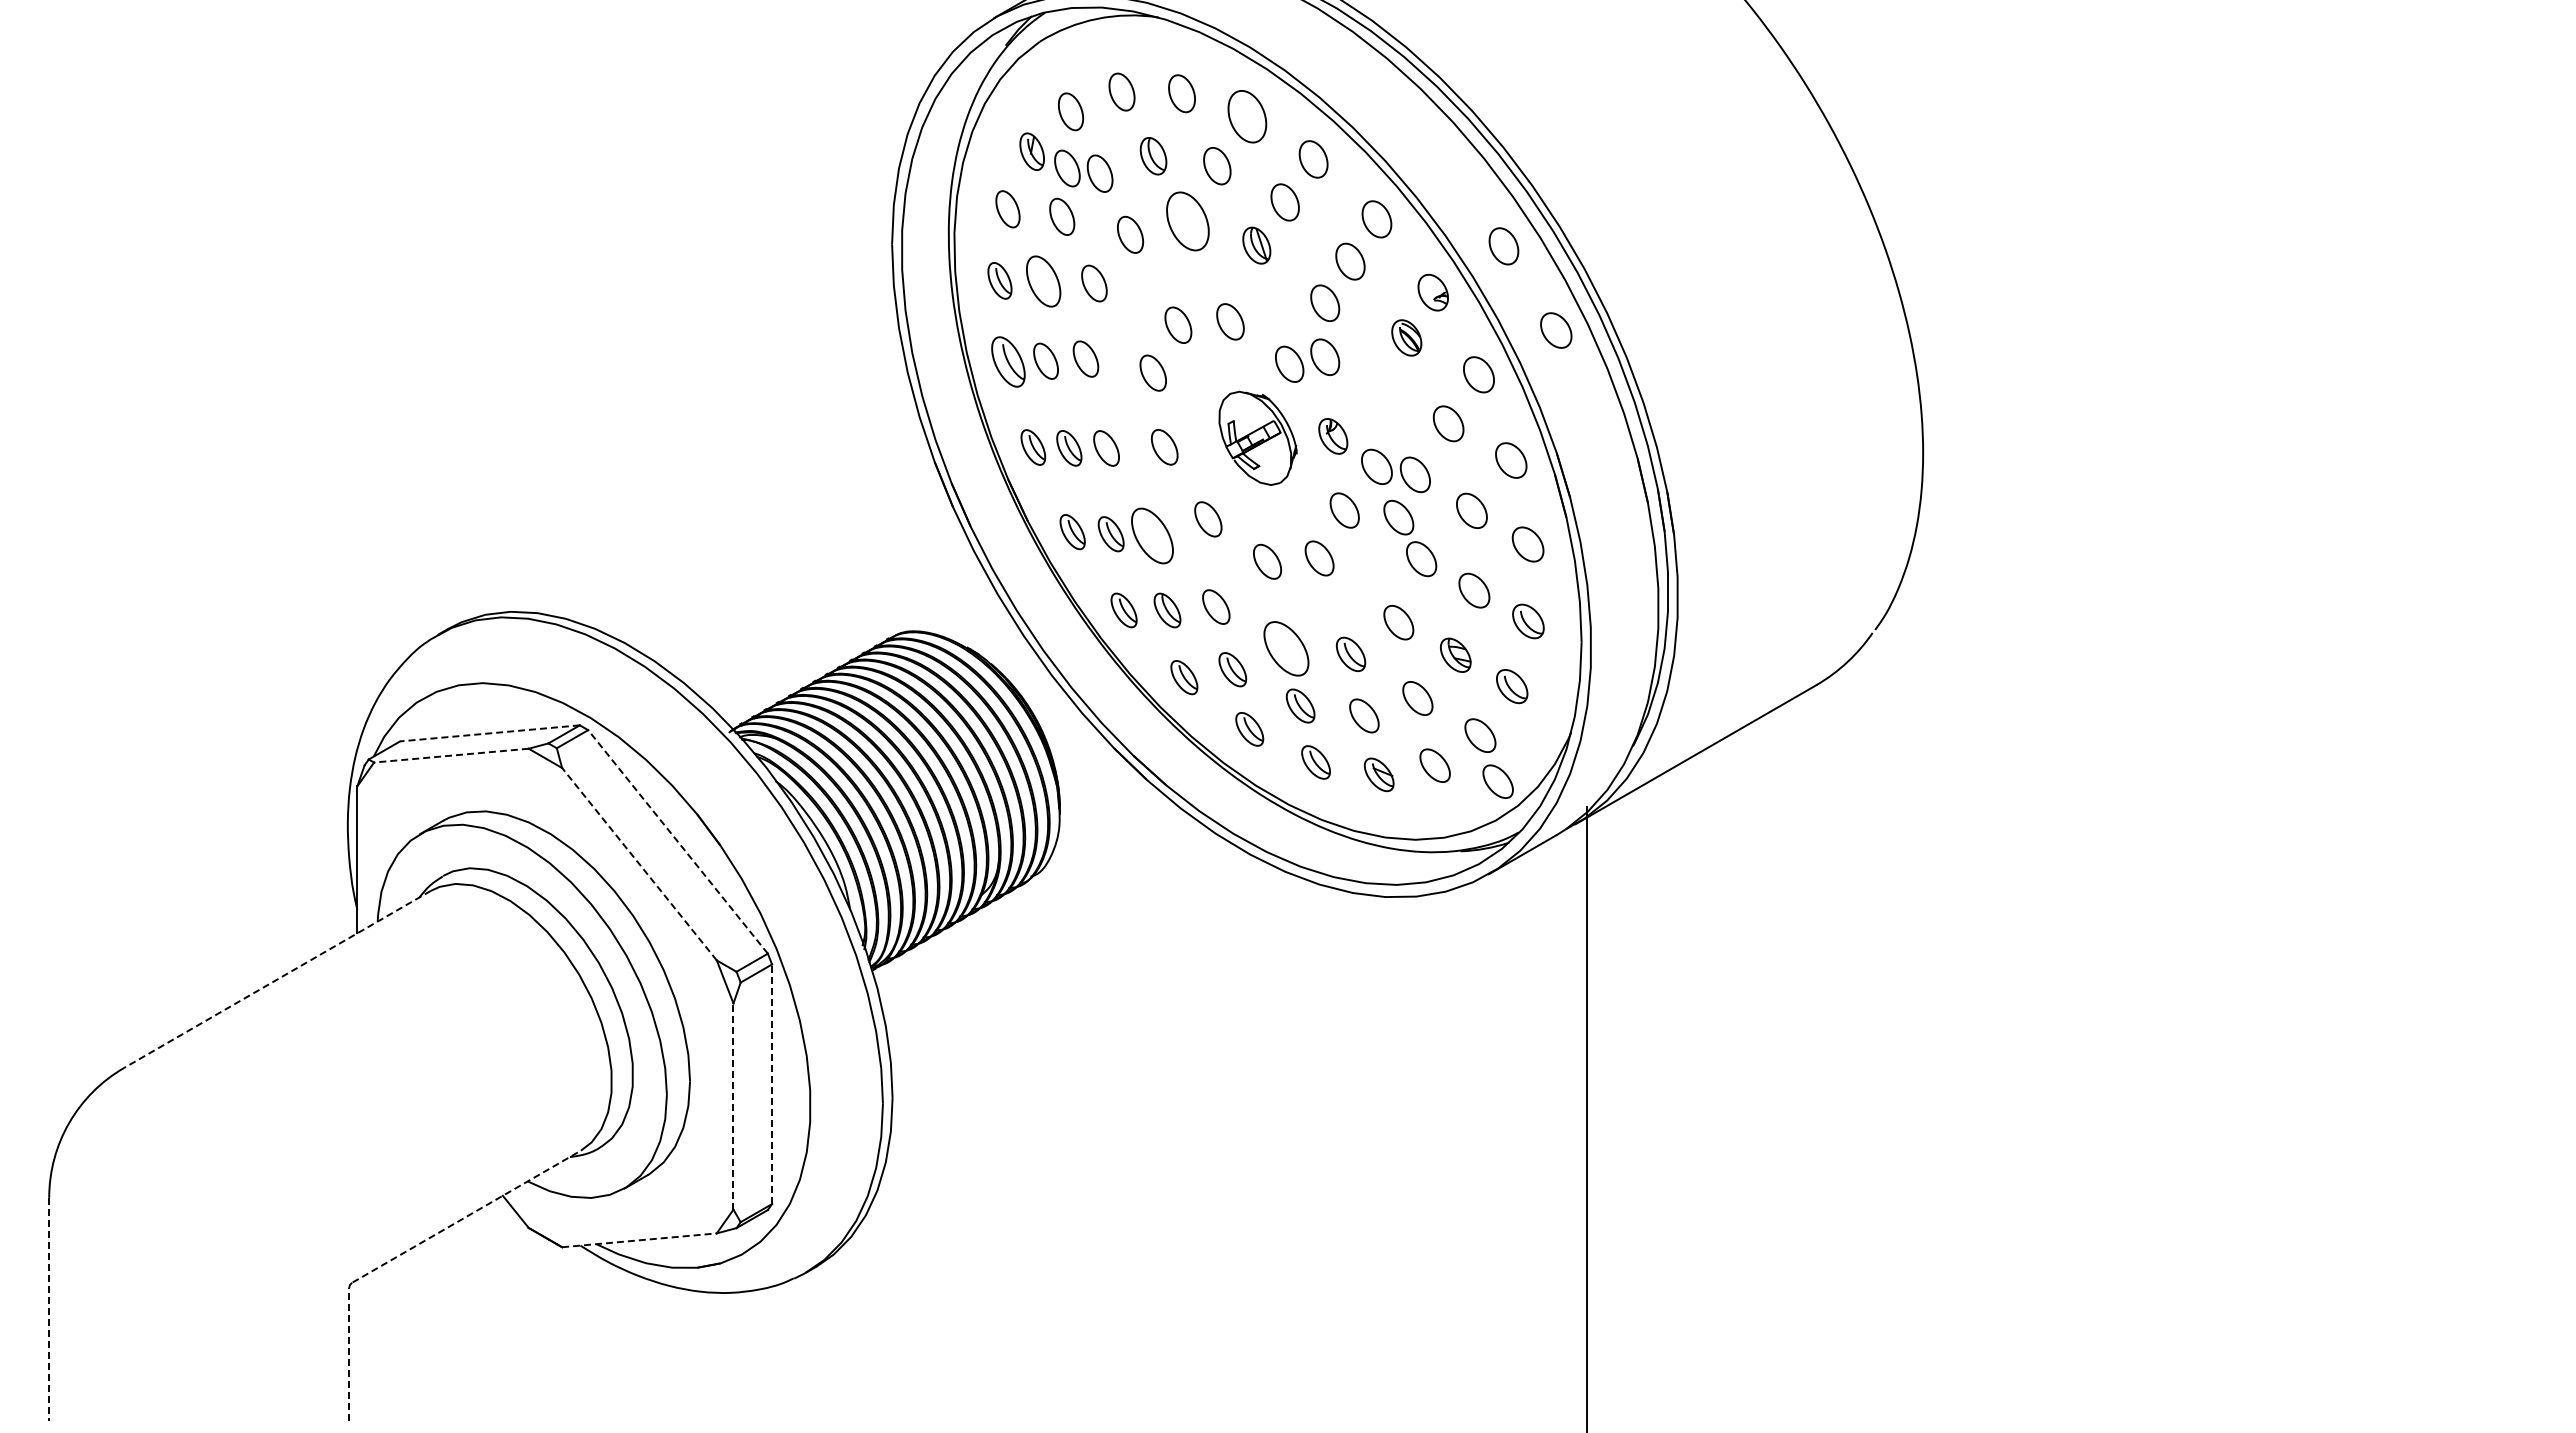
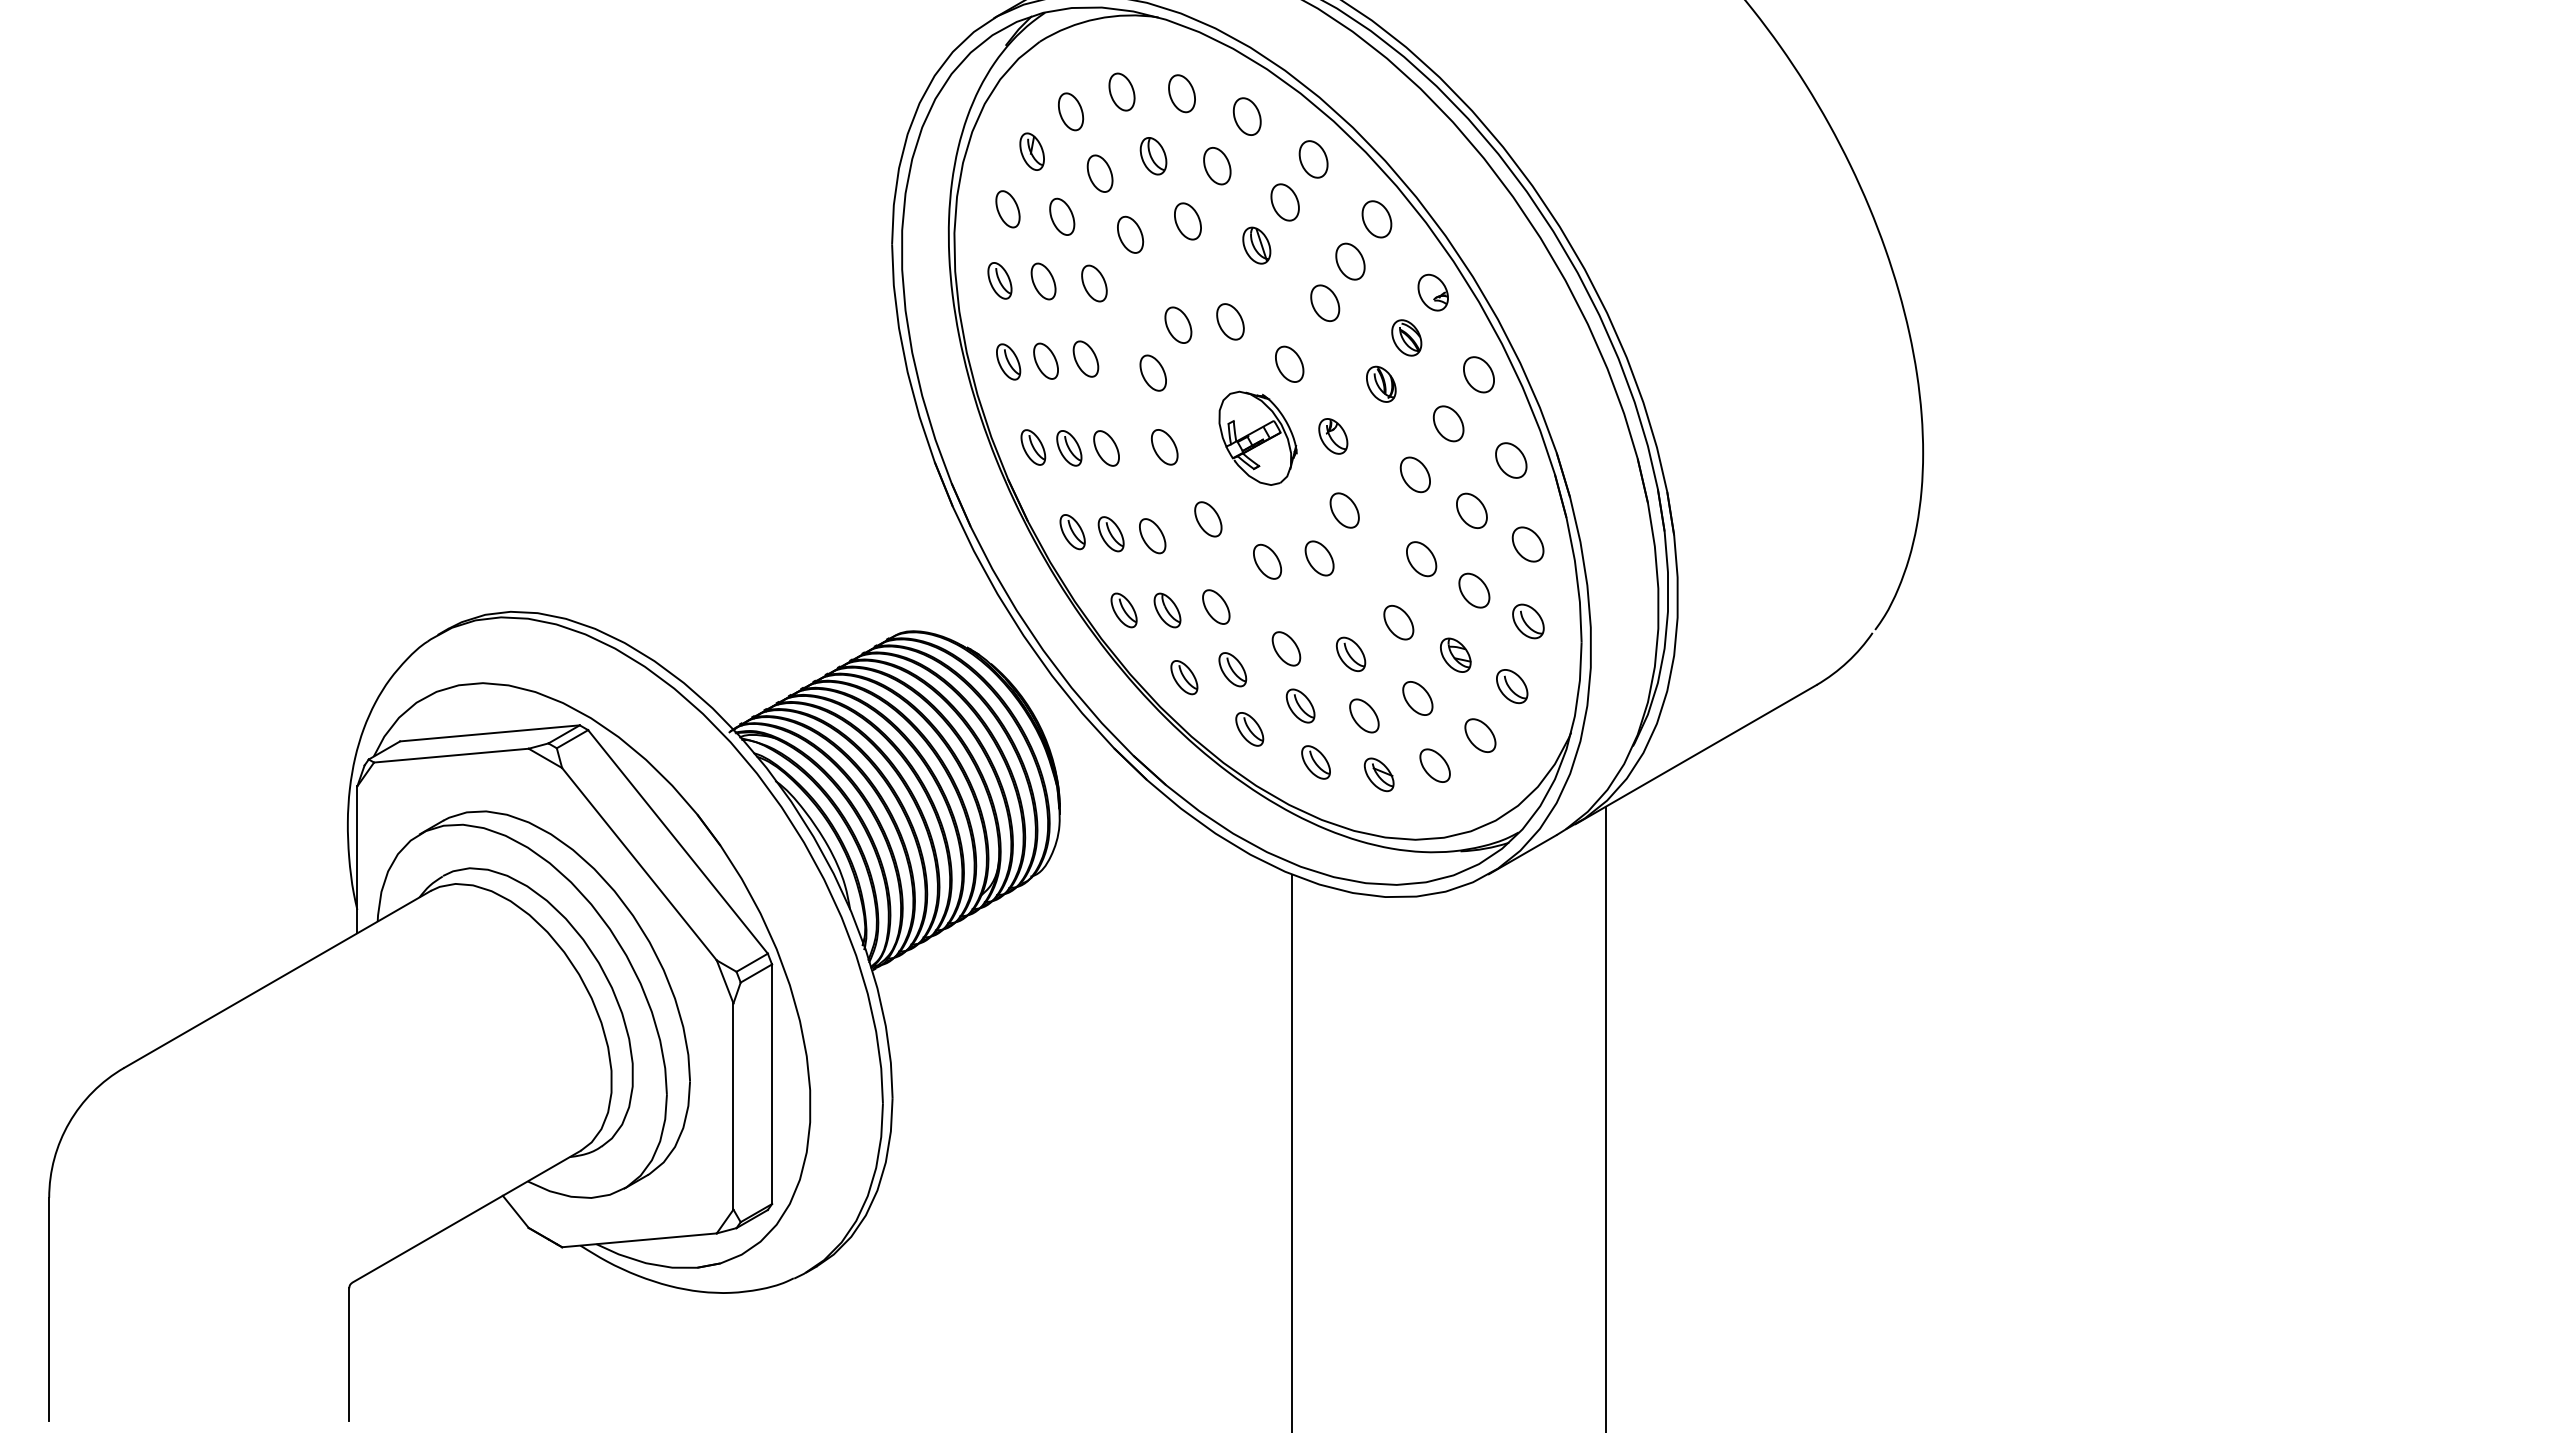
part at (1247, 116) size: 41x54 px -> 30x39 px
part at (1067, 168): present -> none
part at (1187, 221) size: 44x61 px -> 28x39 px
part at (1503, 246): present -> none
part at (1043, 281) size: 36x53 px -> 27x39 px
part at (1556, 330): present -> none
part at (1325, 356): present -> none
part at (1008, 361) size: 35x52 px -> 26x38 px
part at (1381, 383): none -> present
part at (1376, 466): present -> none
part at (1398, 517): present -> none
part at (1152, 535) size: 43x58 px -> 28x37 px
part at (1286, 648) size: 47x56 px -> 31x36 px
line at (489, 733): dashed -> solid
line at (451, 755): dashed -> solid
part at (1497, 781): present -> none
line at (677, 841): dashed -> solid
line at (639, 863): dashed -> solid
line at (277, 979): dashed -> solid
line at (772, 1084): dashed -> solid
line at (733, 1106): dashed -> solid
line at (1586, 1117) position: (1586, 1117) -> (1605, 1117)
line at (1292, 1151): none -> present
line at (466, 1216): dashed -> solid
line at (639, 1240): dashed -> solid
line at (49, 1309): dashed -> solid
line at (349, 1353): dashed -> solid
